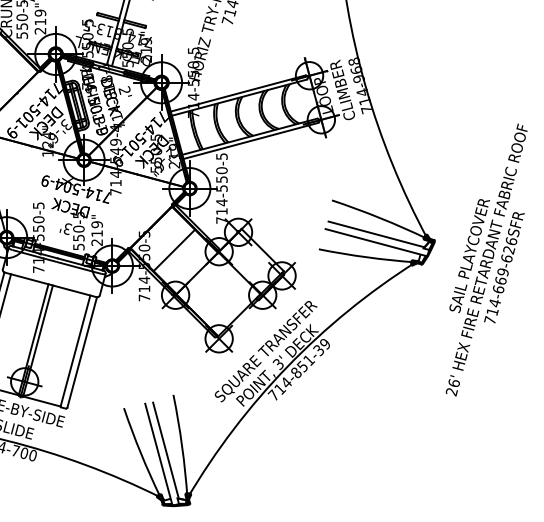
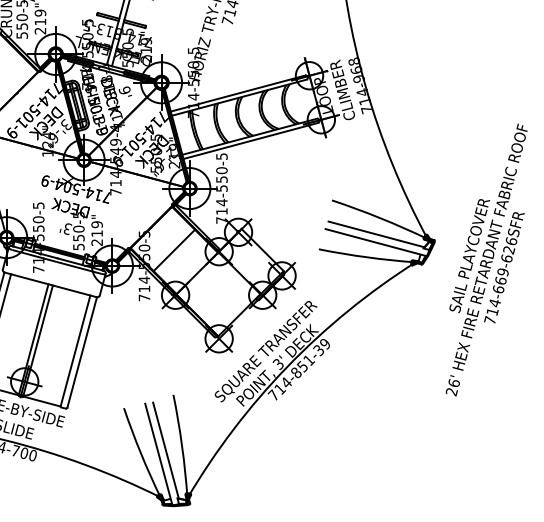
text at (123, 90): 2' -> 9'
